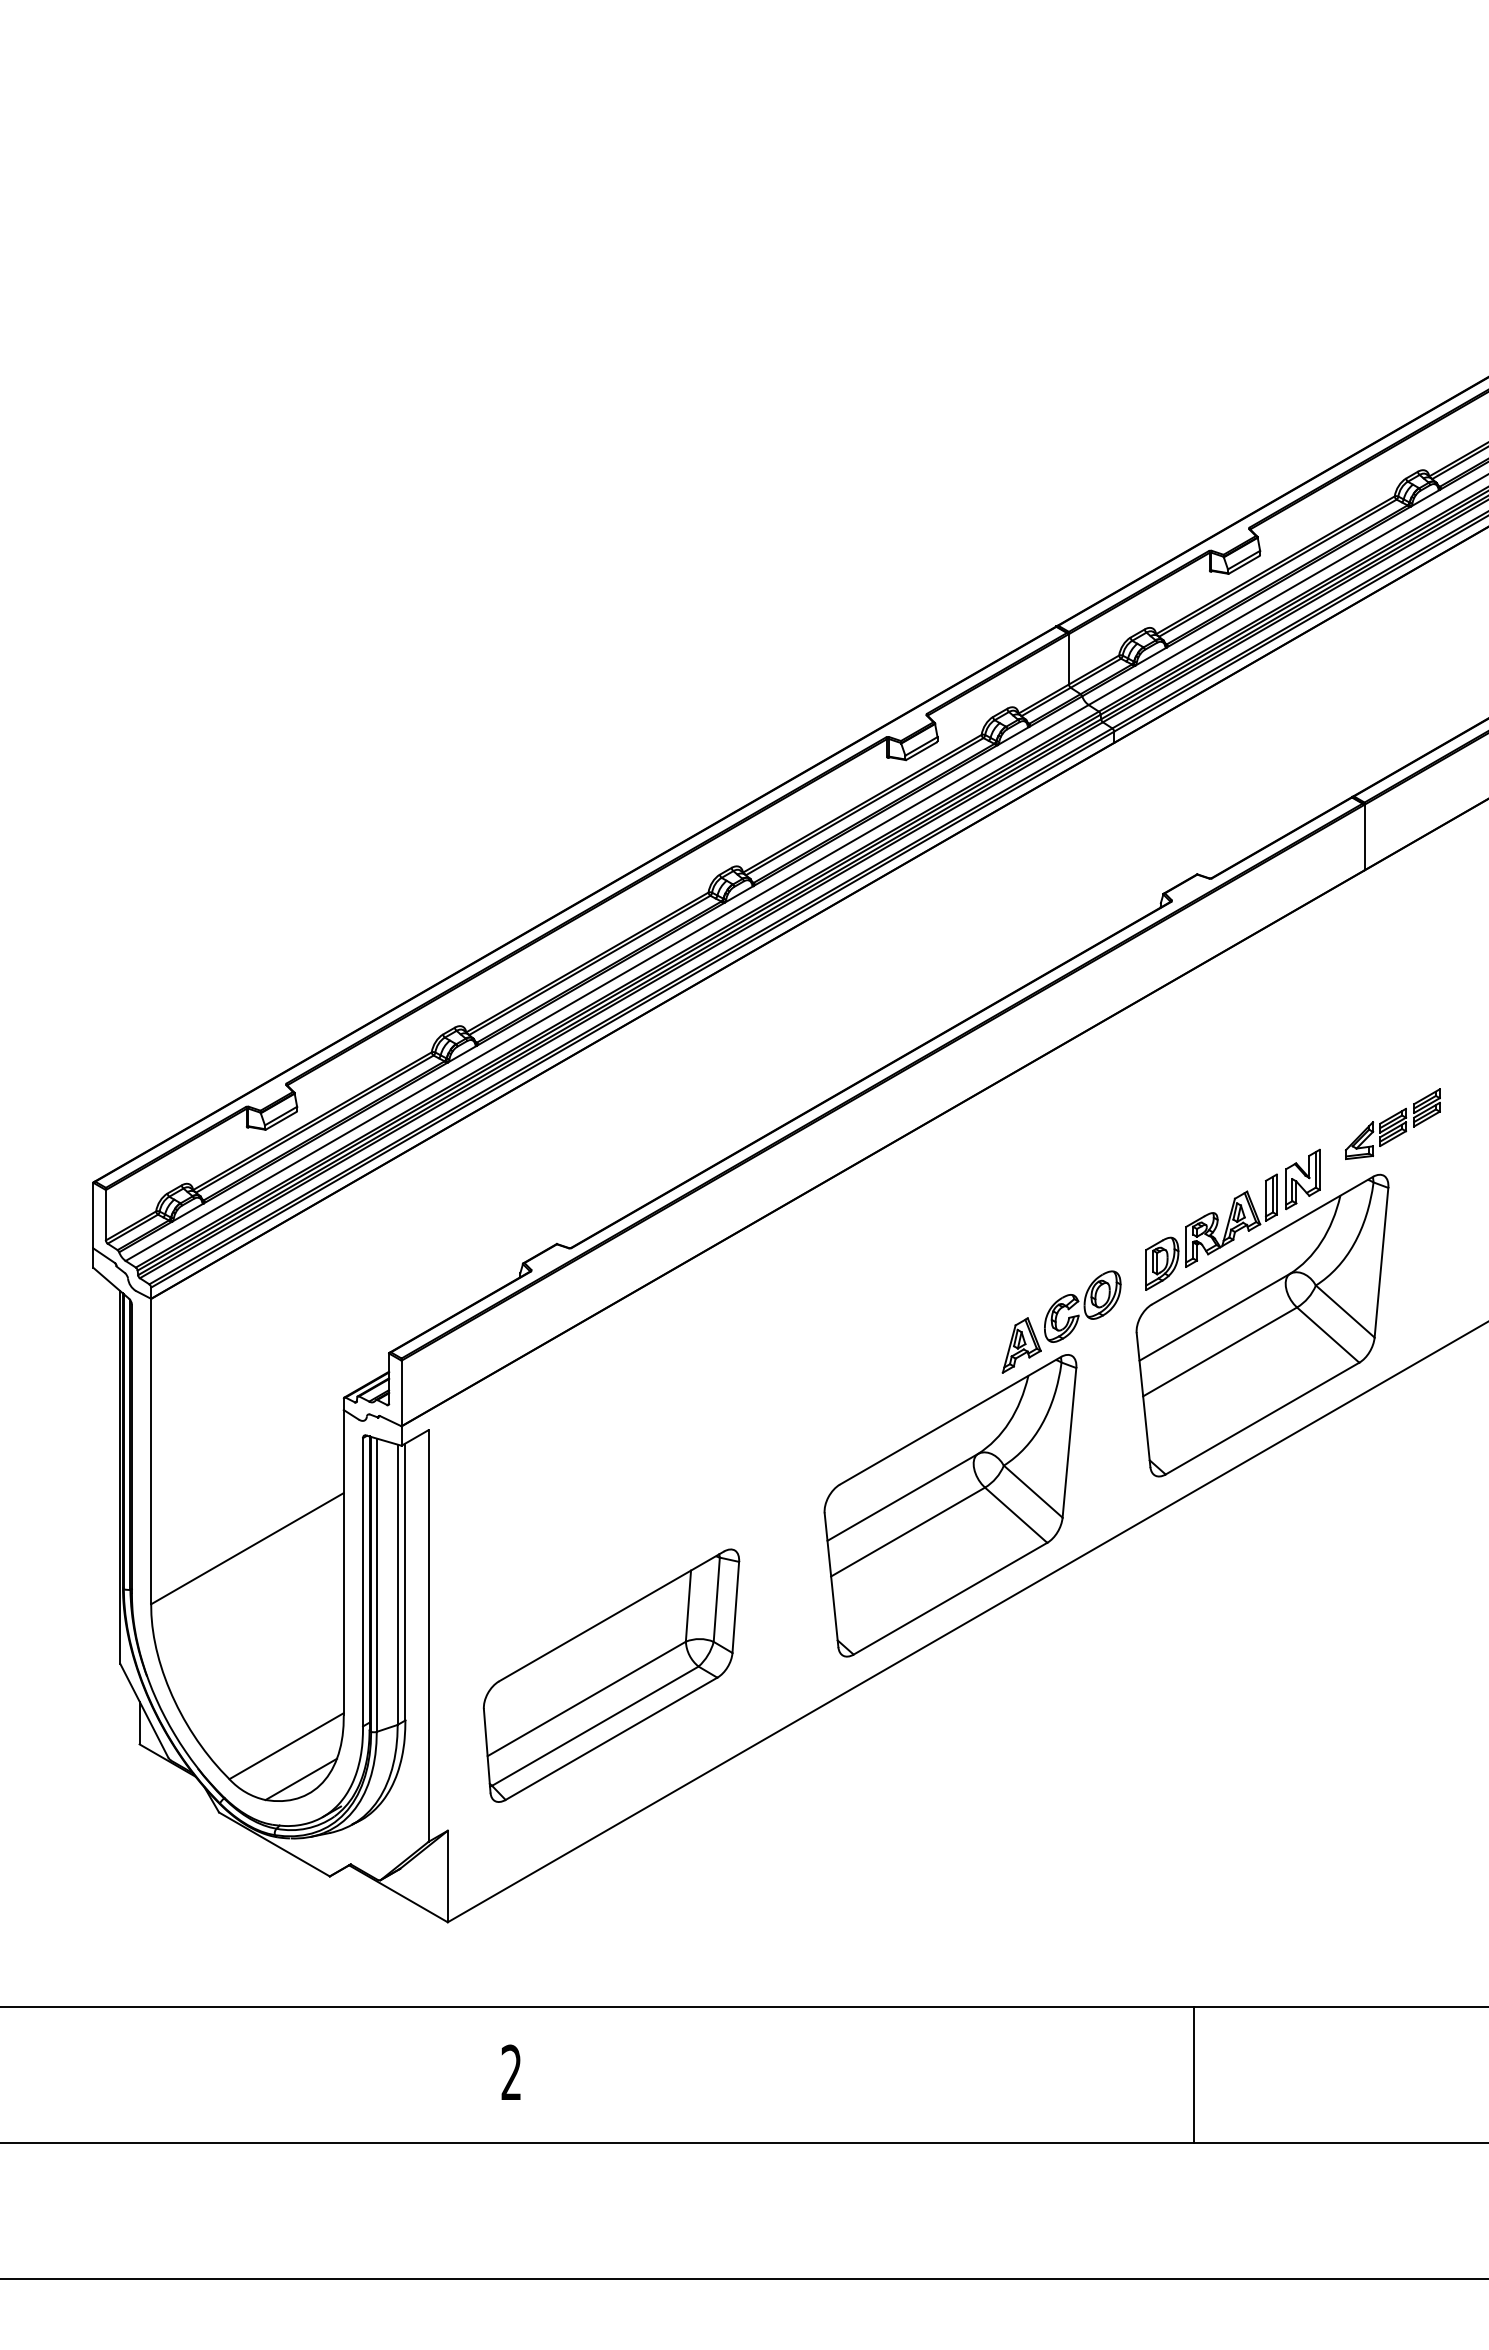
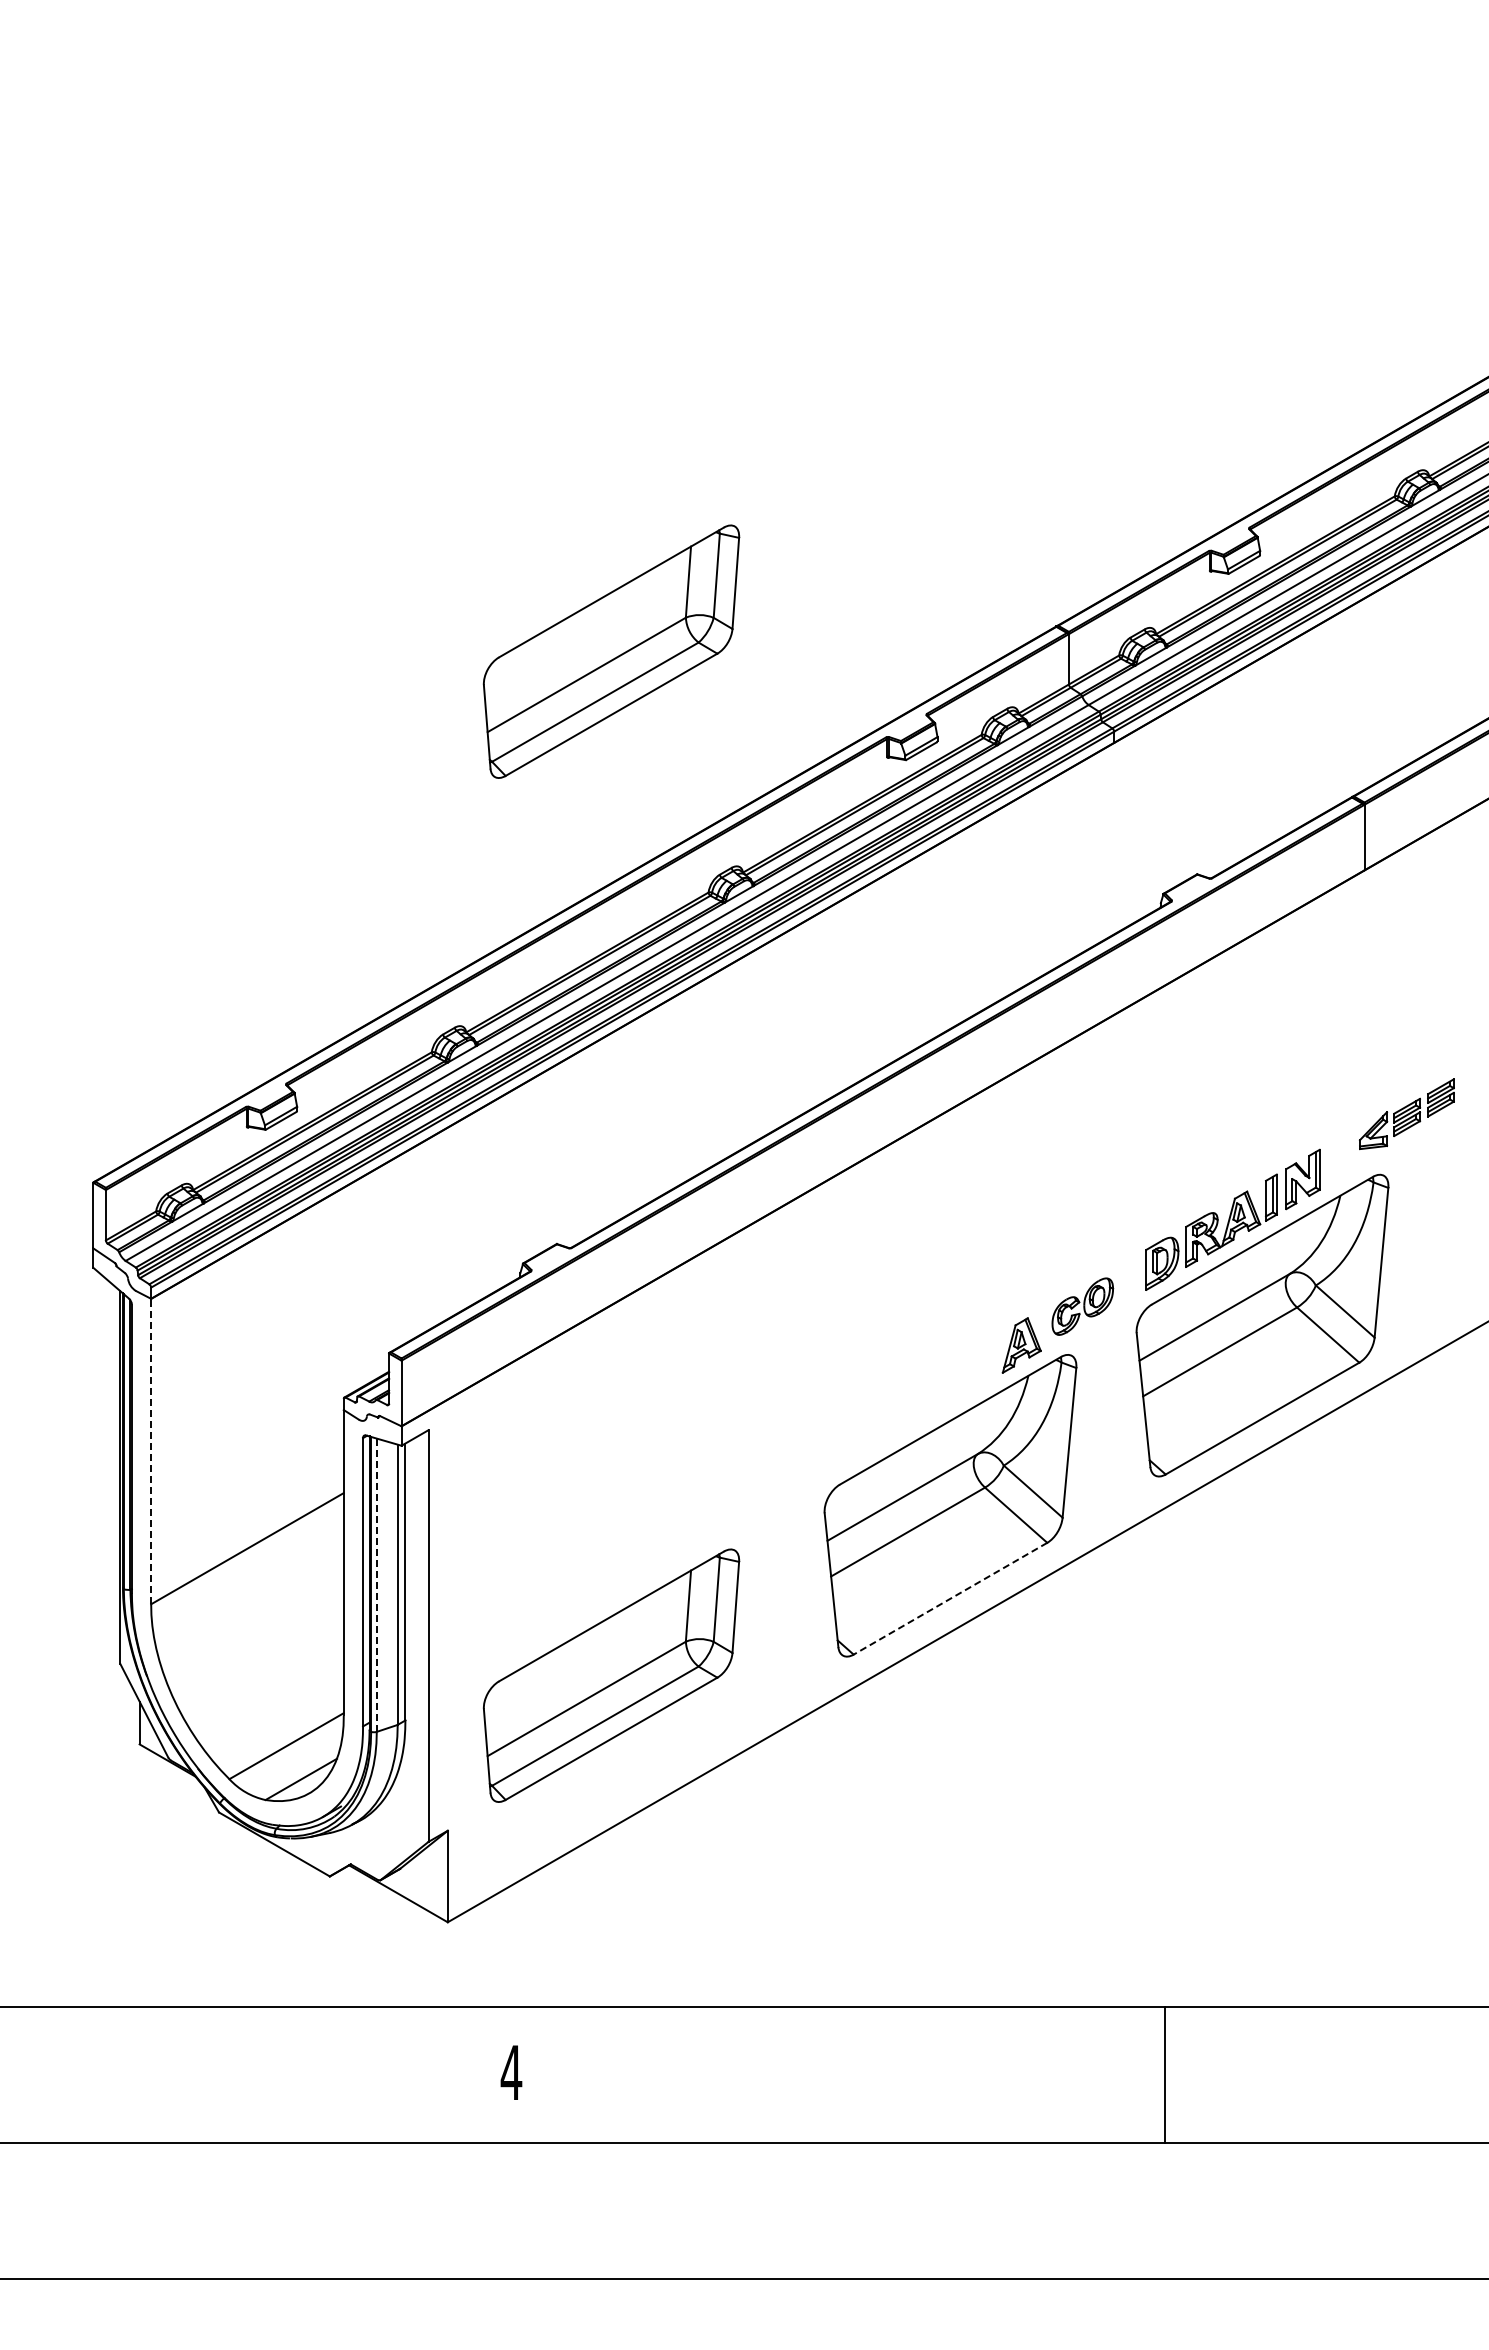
part at (611, 651): none -> present
part at (1392, 1124) position: (1392, 1124) -> (1406, 1114)
part at (1082, 1306) size: 78x73 px -> 64x59 px
line at (151, 1451): solid -> dashed
line at (376, 1585): solid -> dashed
line at (950, 1598): solid -> dashed
text at (511, 2071): 2 -> 4
line at (1194, 2075) position: (1194, 2075) -> (1165, 2075)
